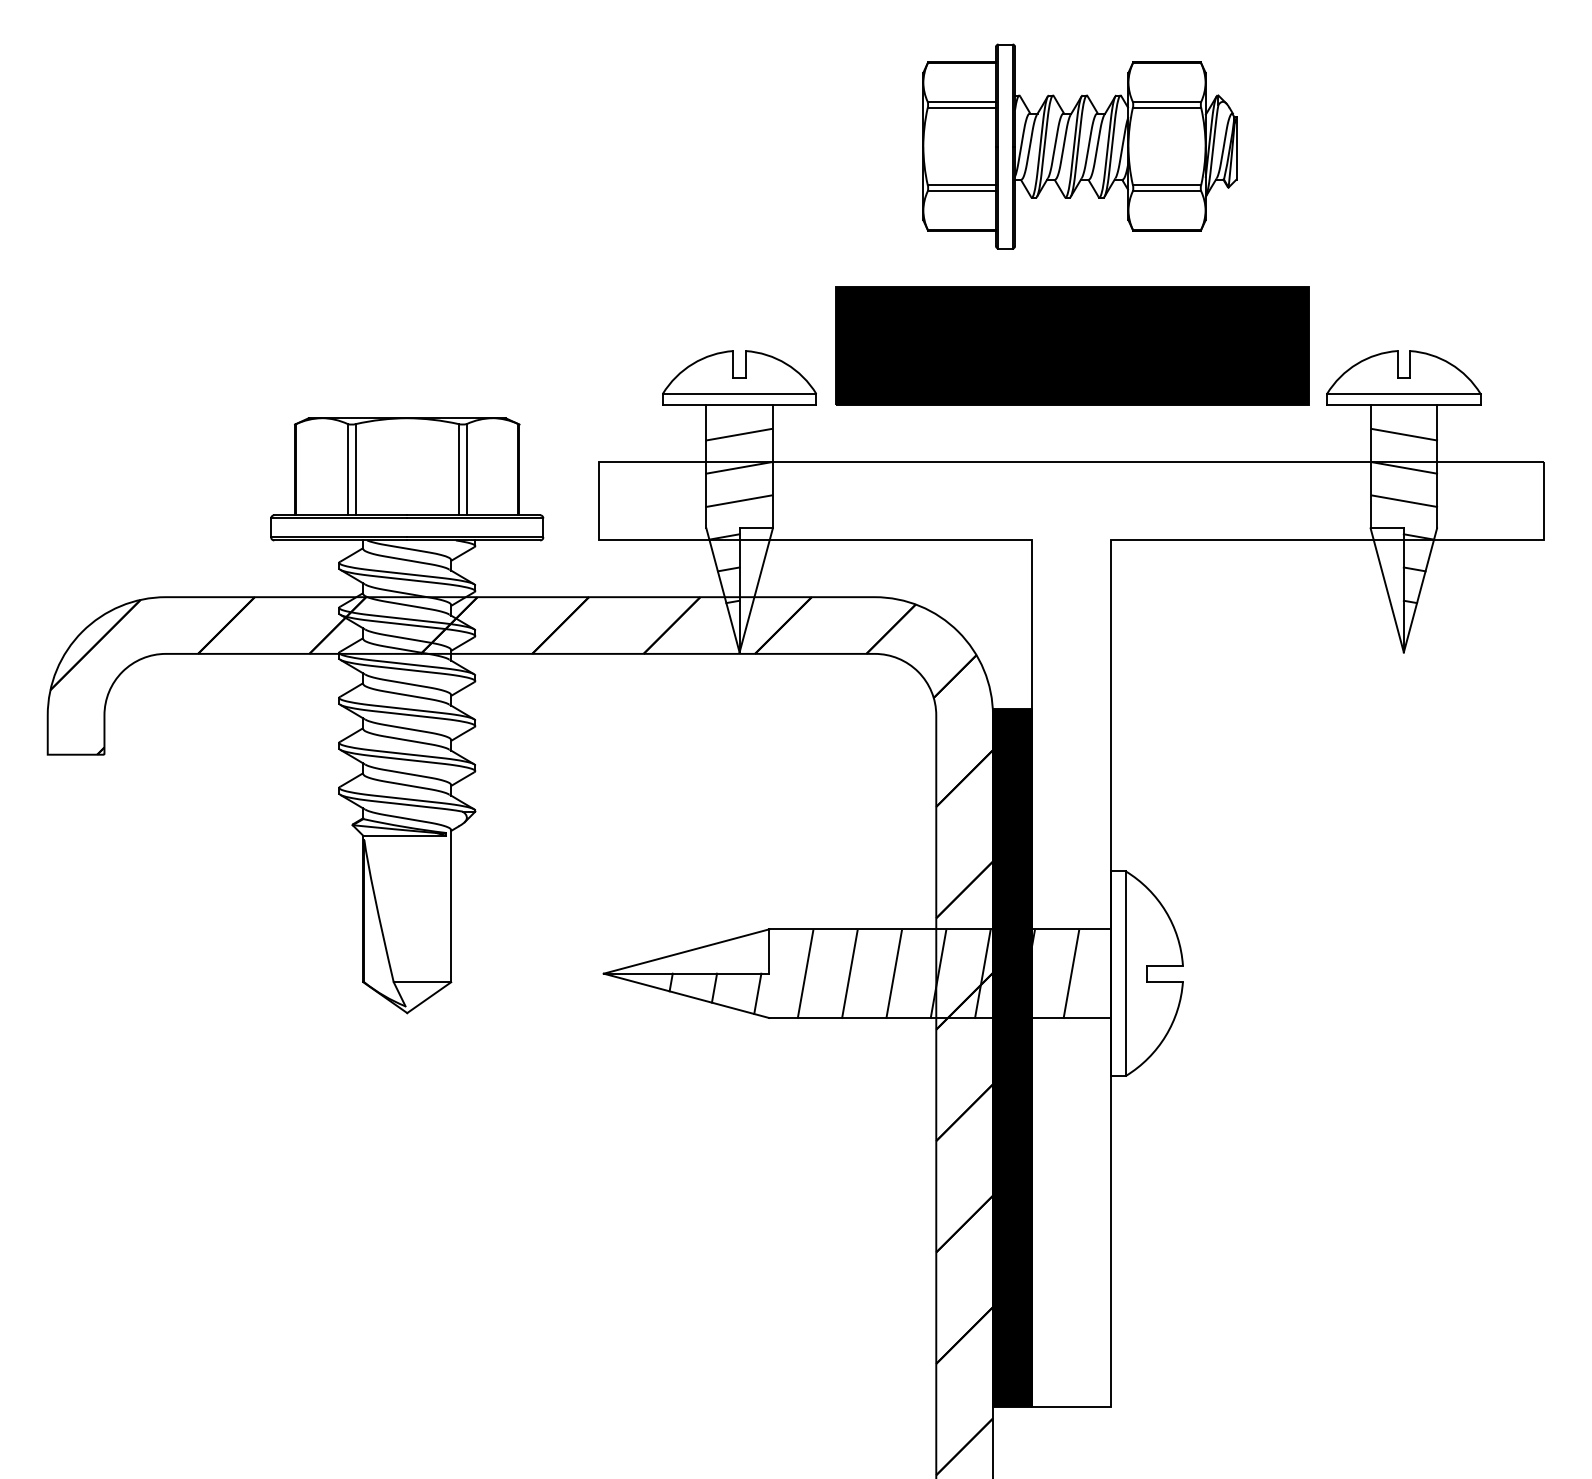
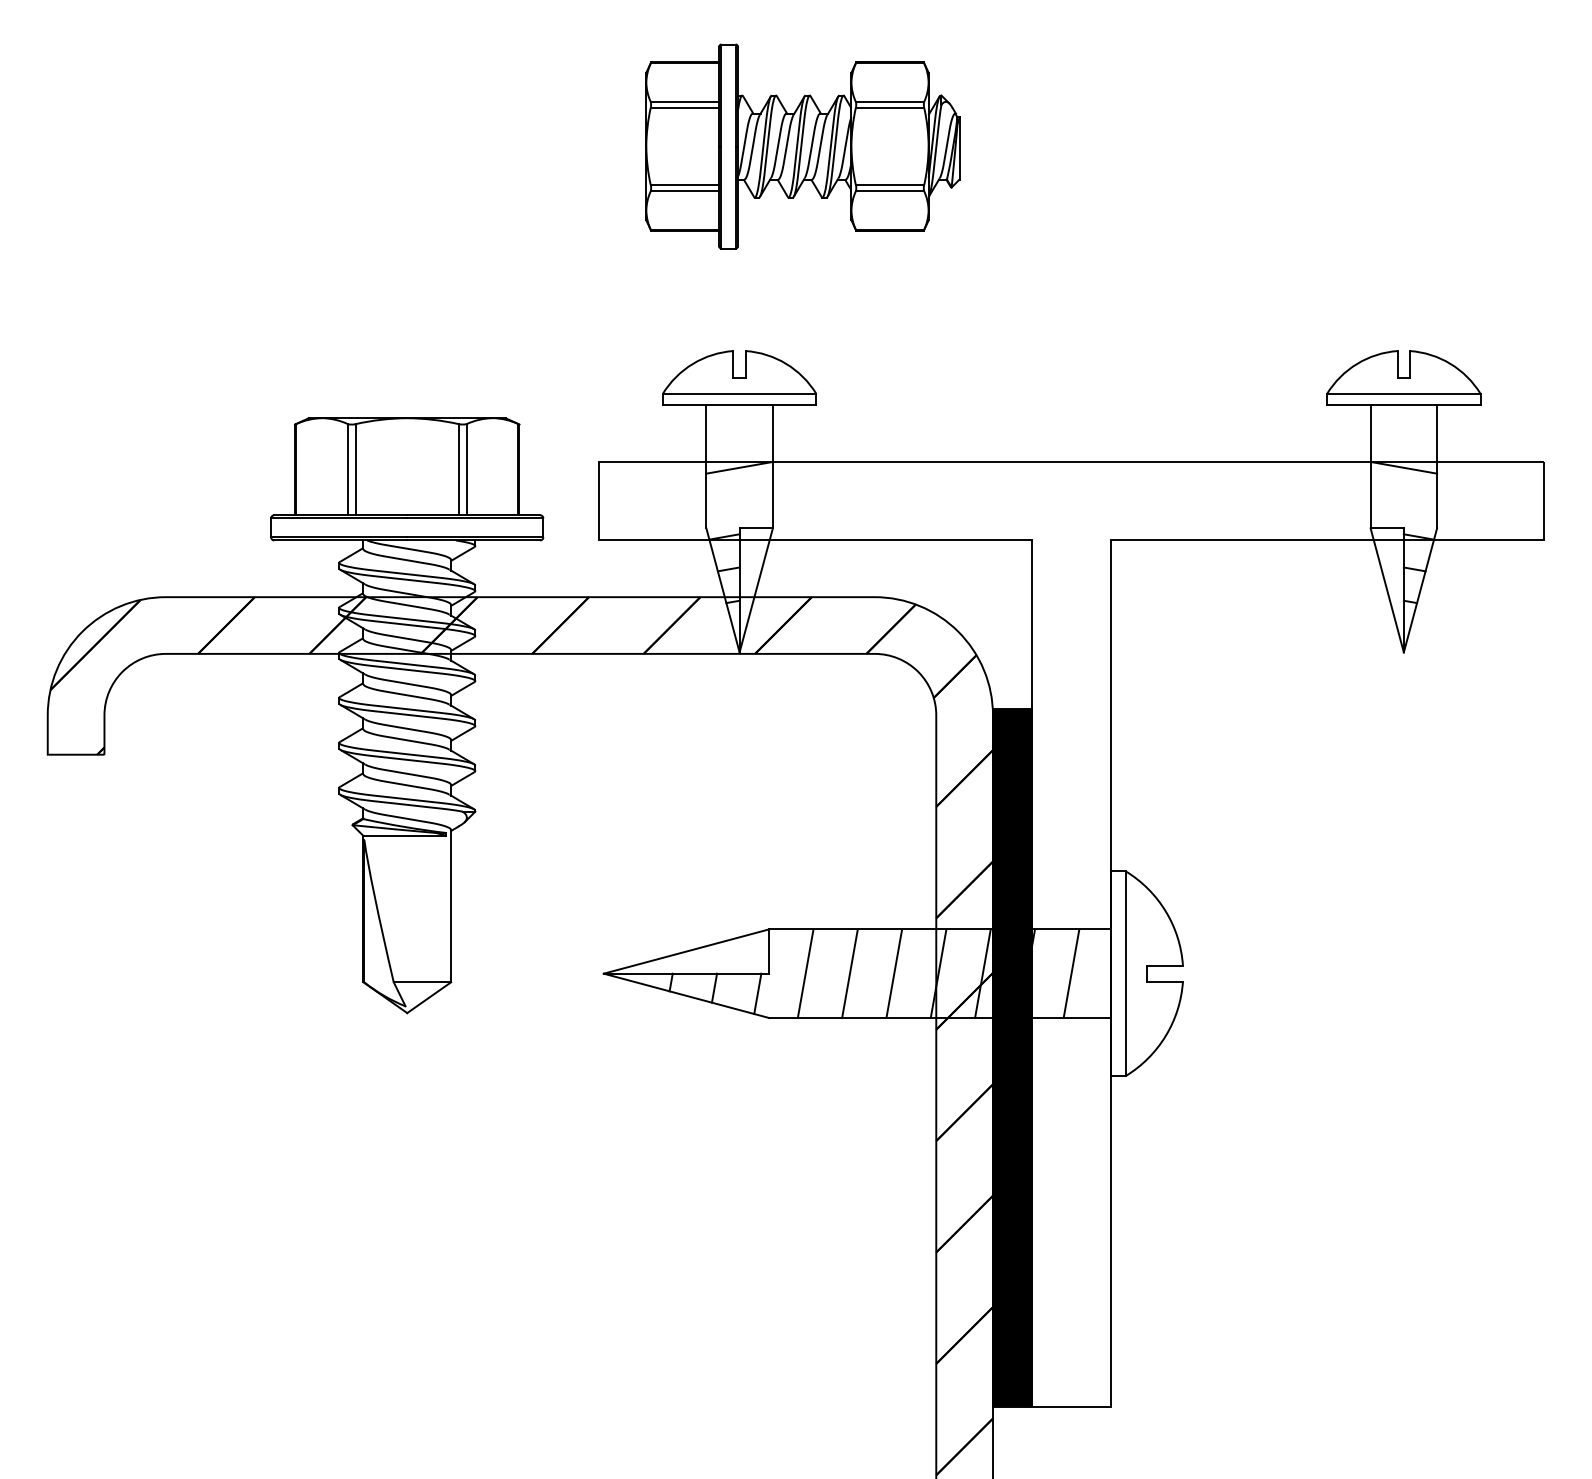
part at (1079, 146) position: (1079, 146) -> (802, 146)
part at (1072, 345): present -> none
line at (738, 434): present -> none
line at (1404, 434): present -> none
line at (738, 500): present -> none
line at (1404, 500): present -> none
